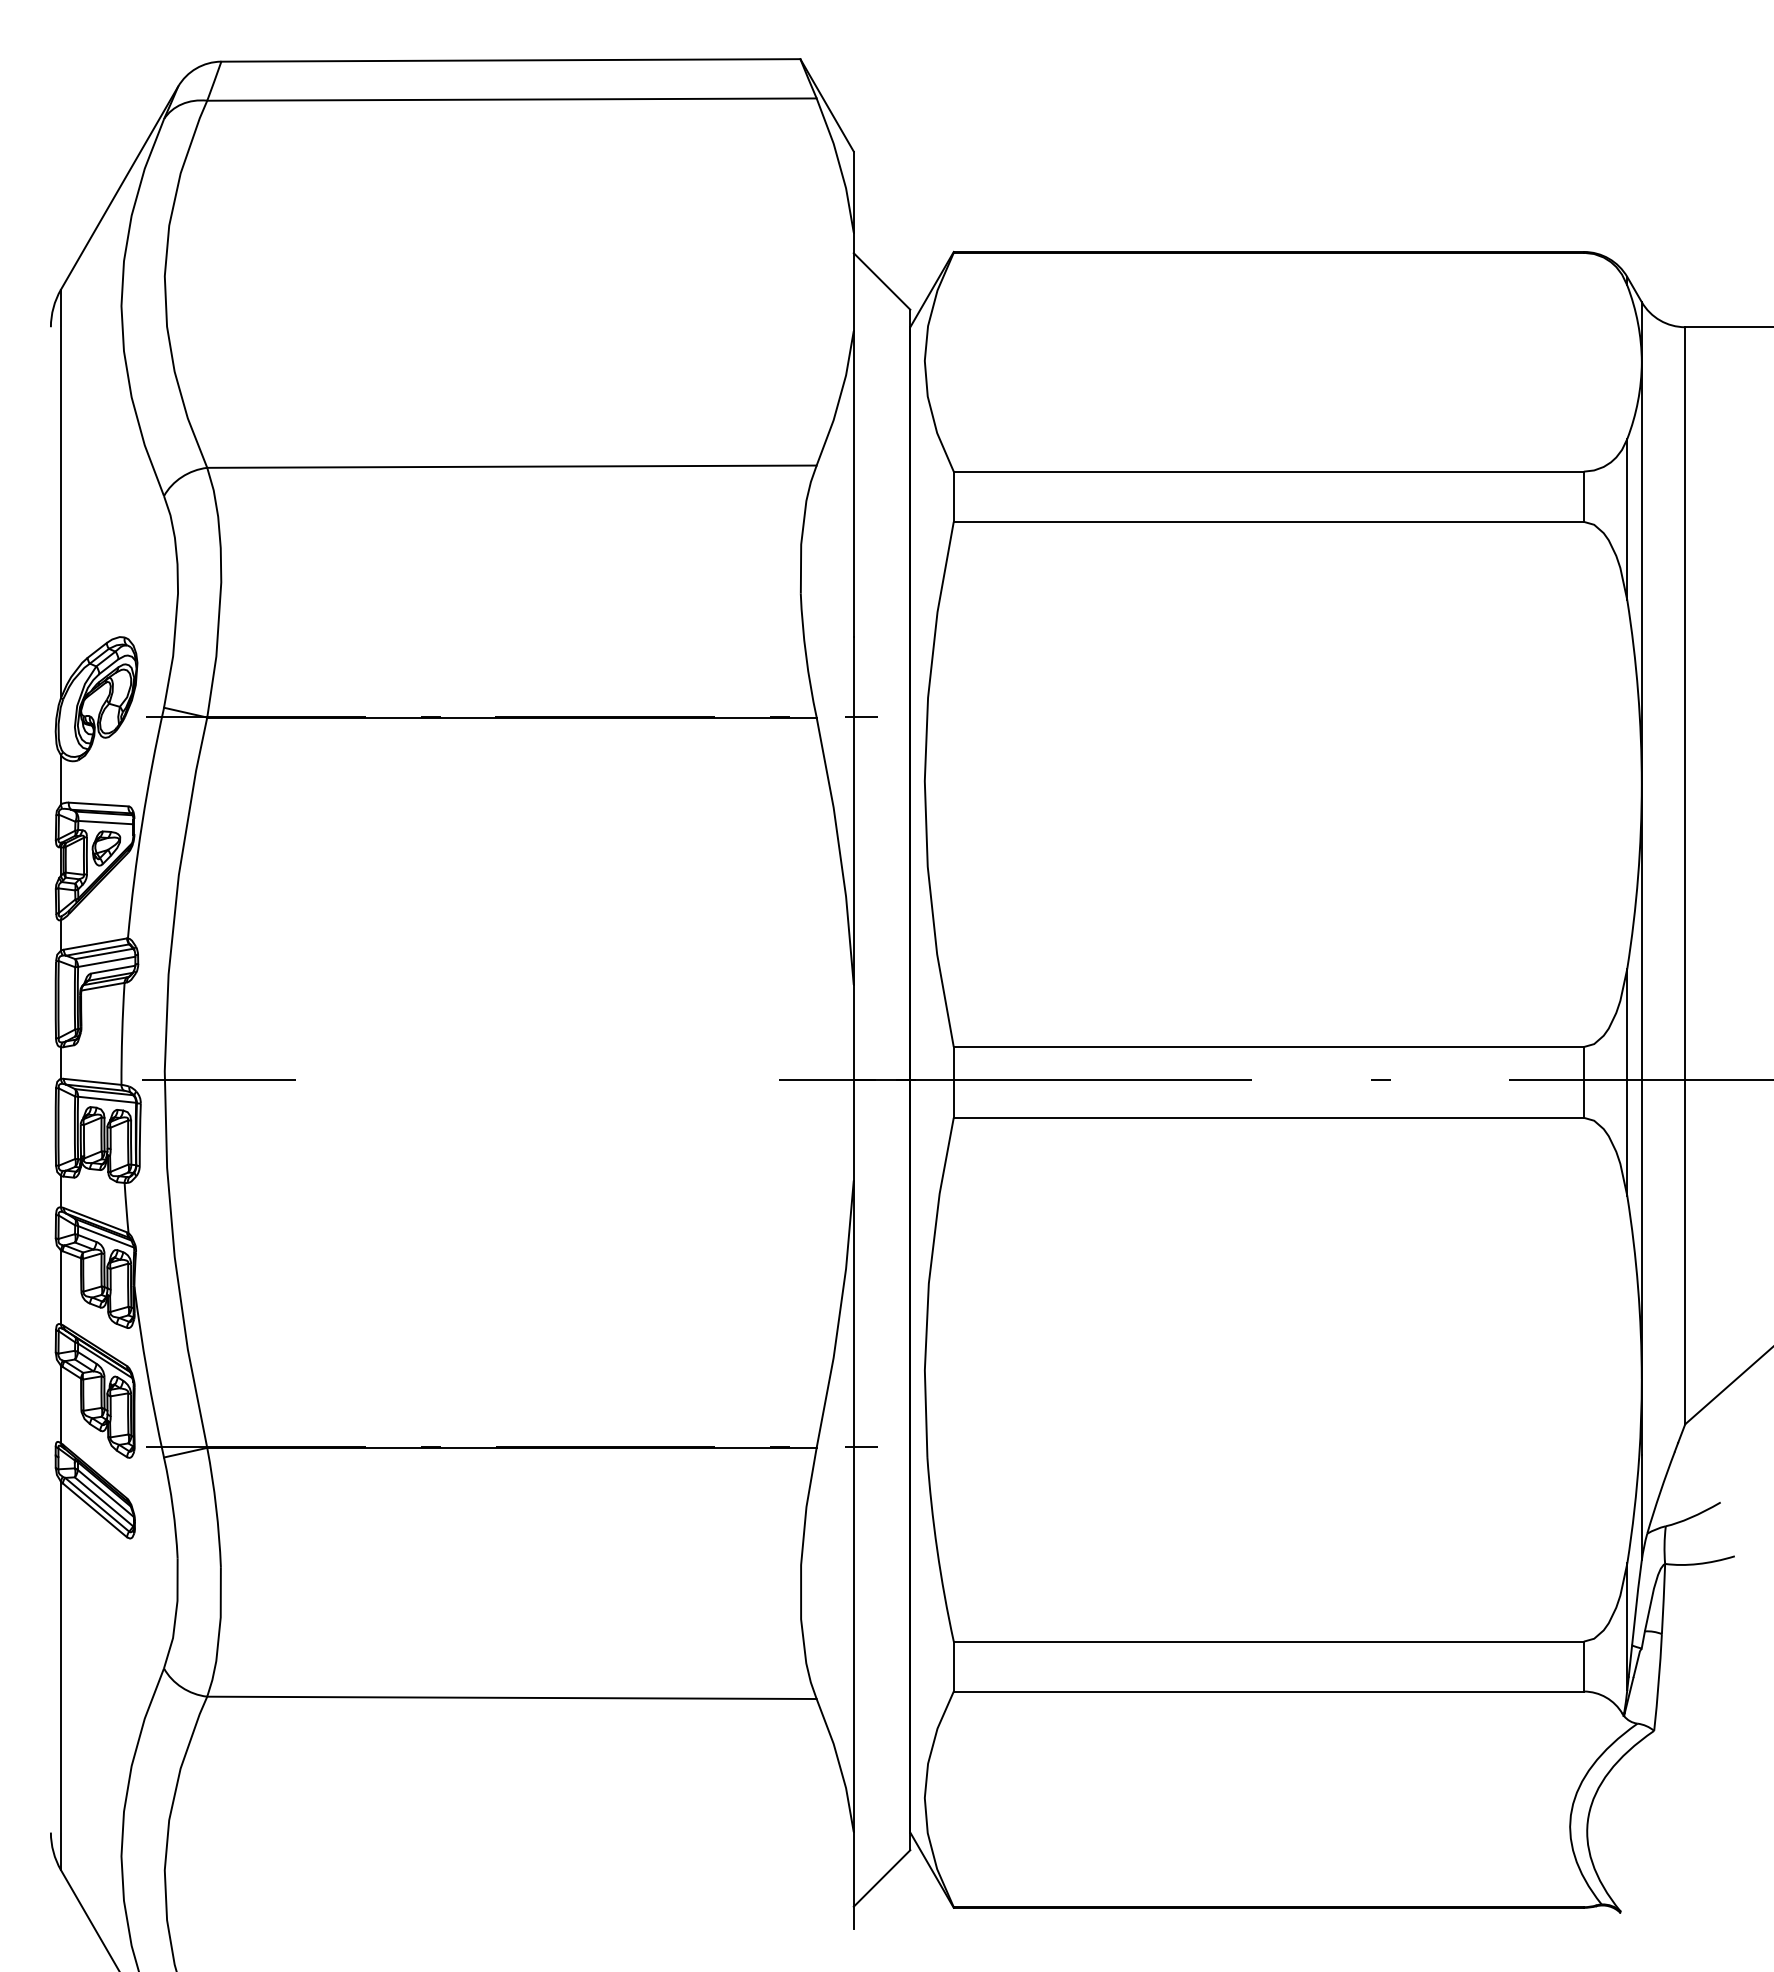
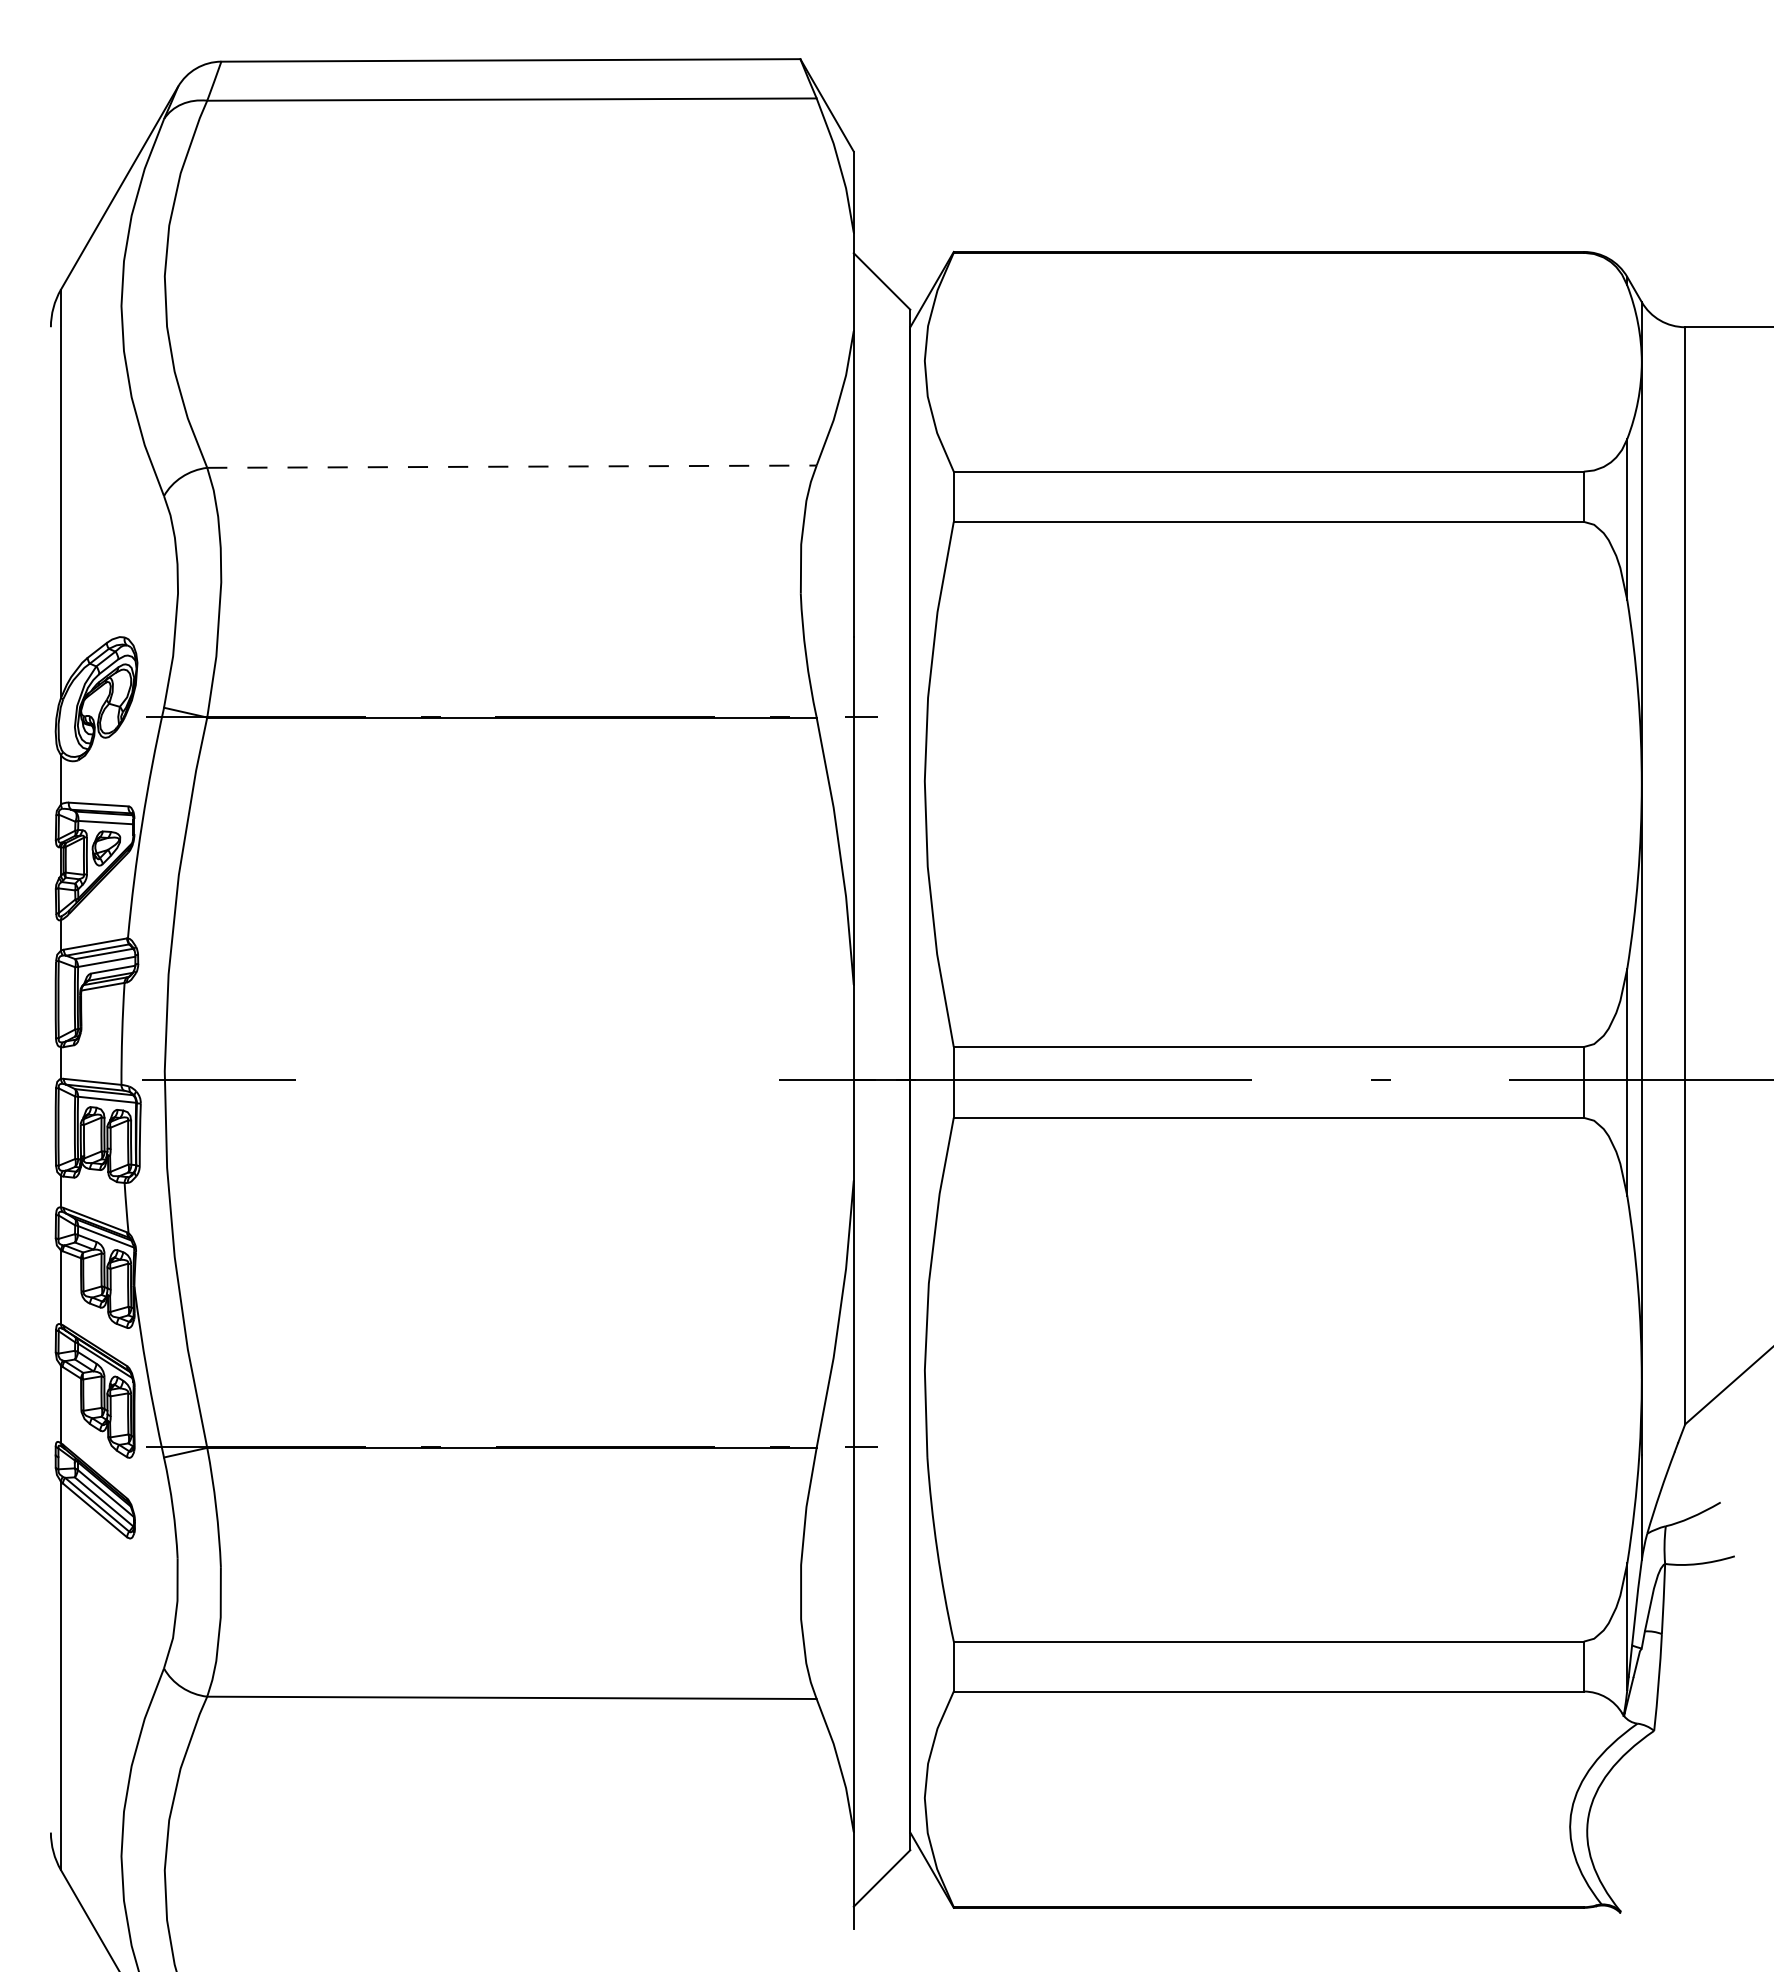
line at (511, 466): solid -> dashed
